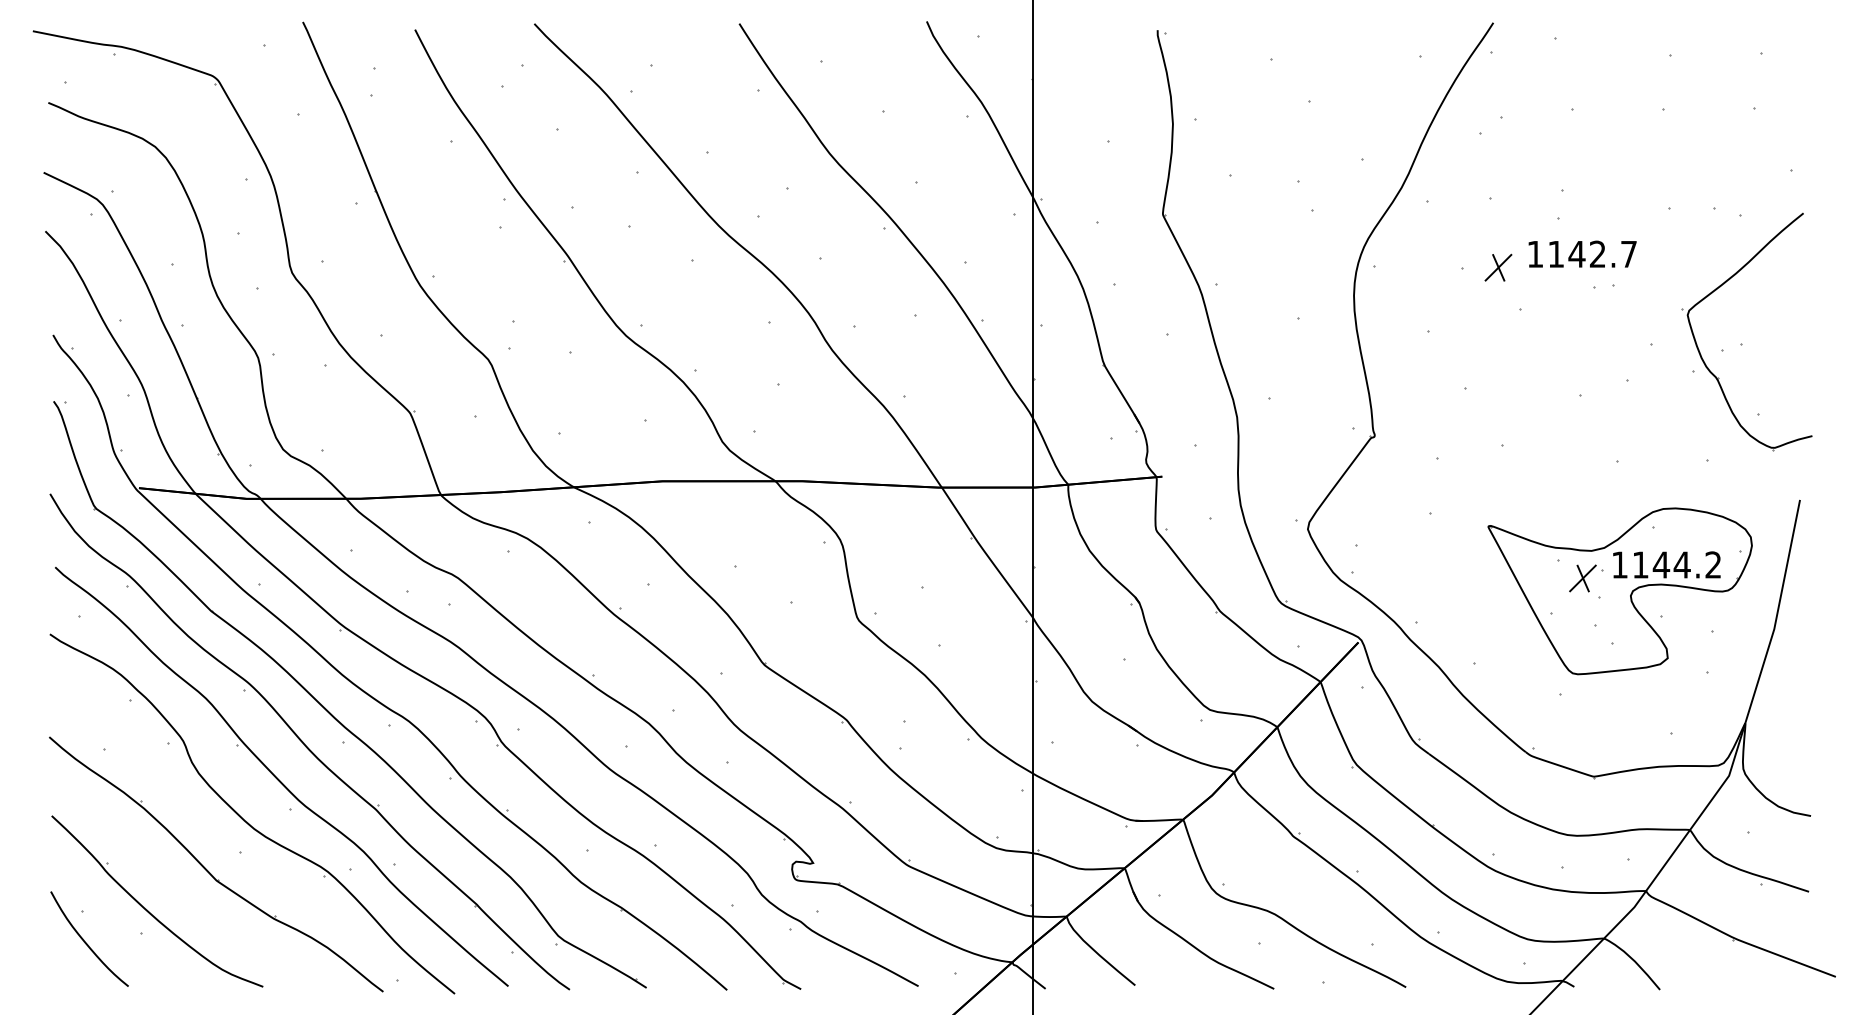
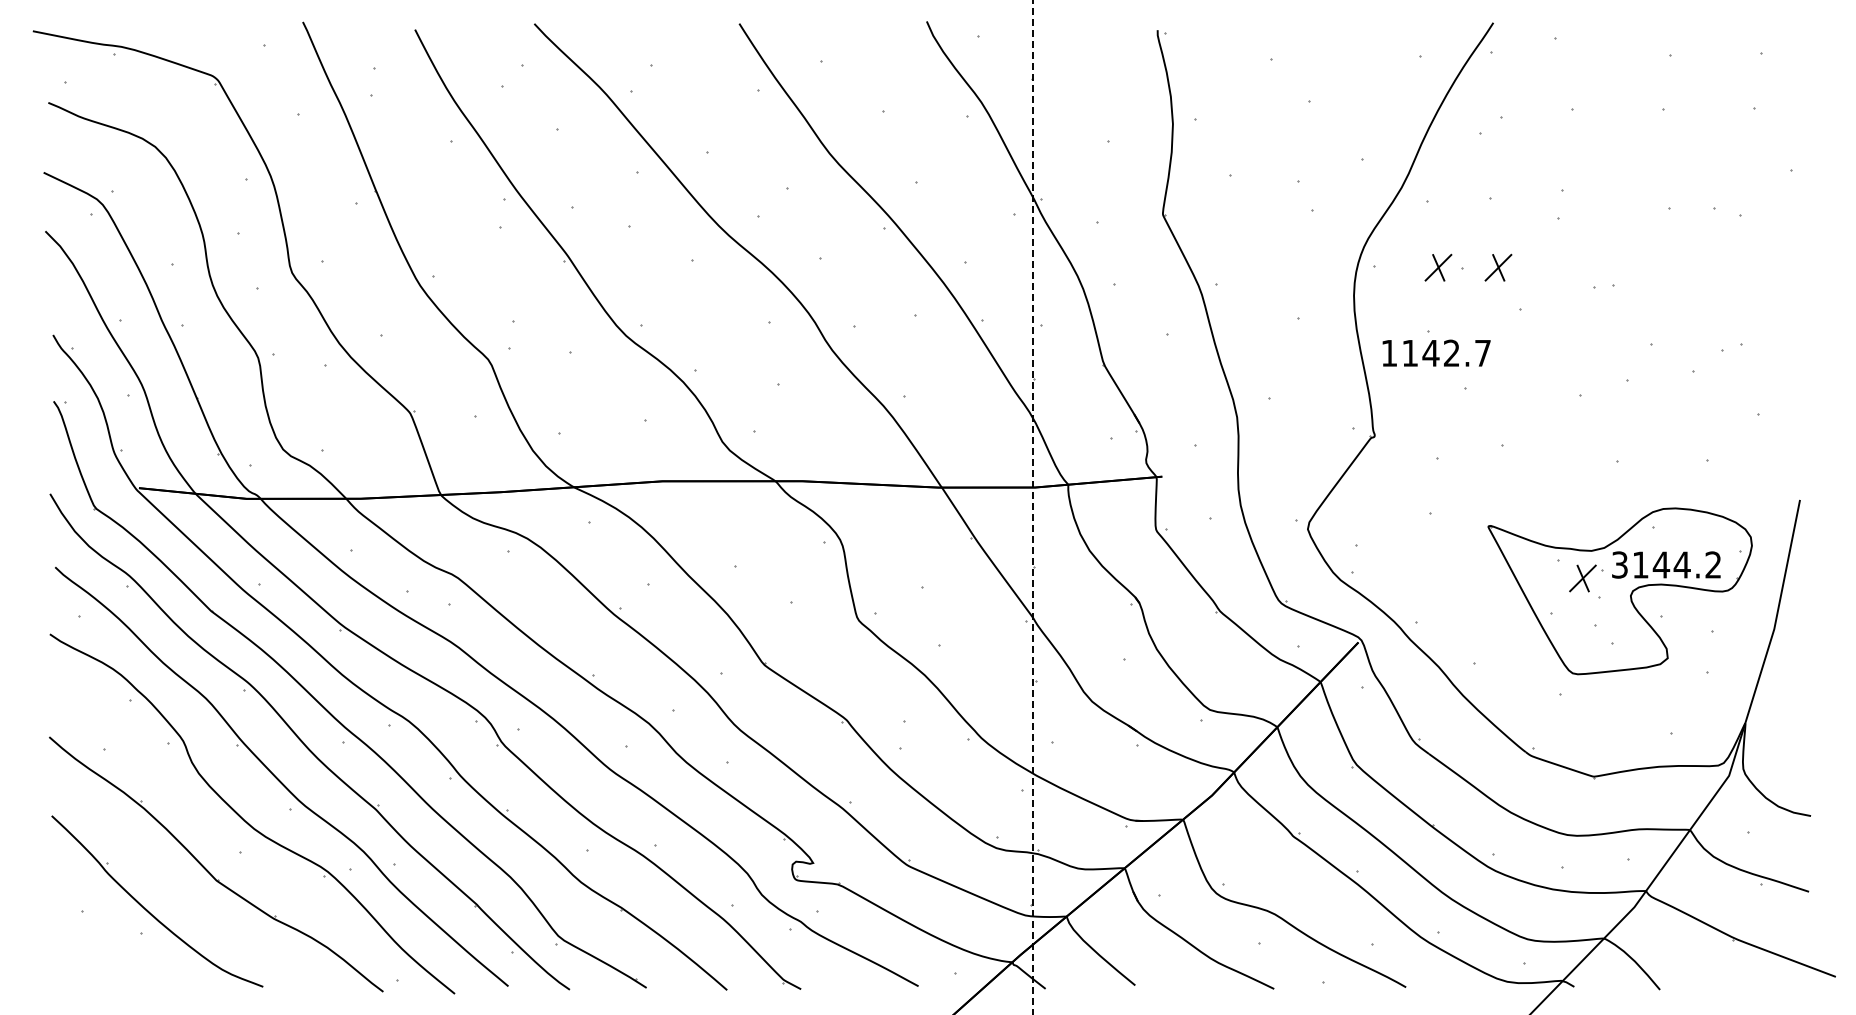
text at (1582, 253) position: (1582, 253) -> (1436, 352)
part at (1438, 267): none -> present
part at (1699, 349): present -> none
line at (1032, 507): solid -> dashed
text at (1619, 564): 1144.2 -> 3144.2
curve at (85, 941): present -> none
